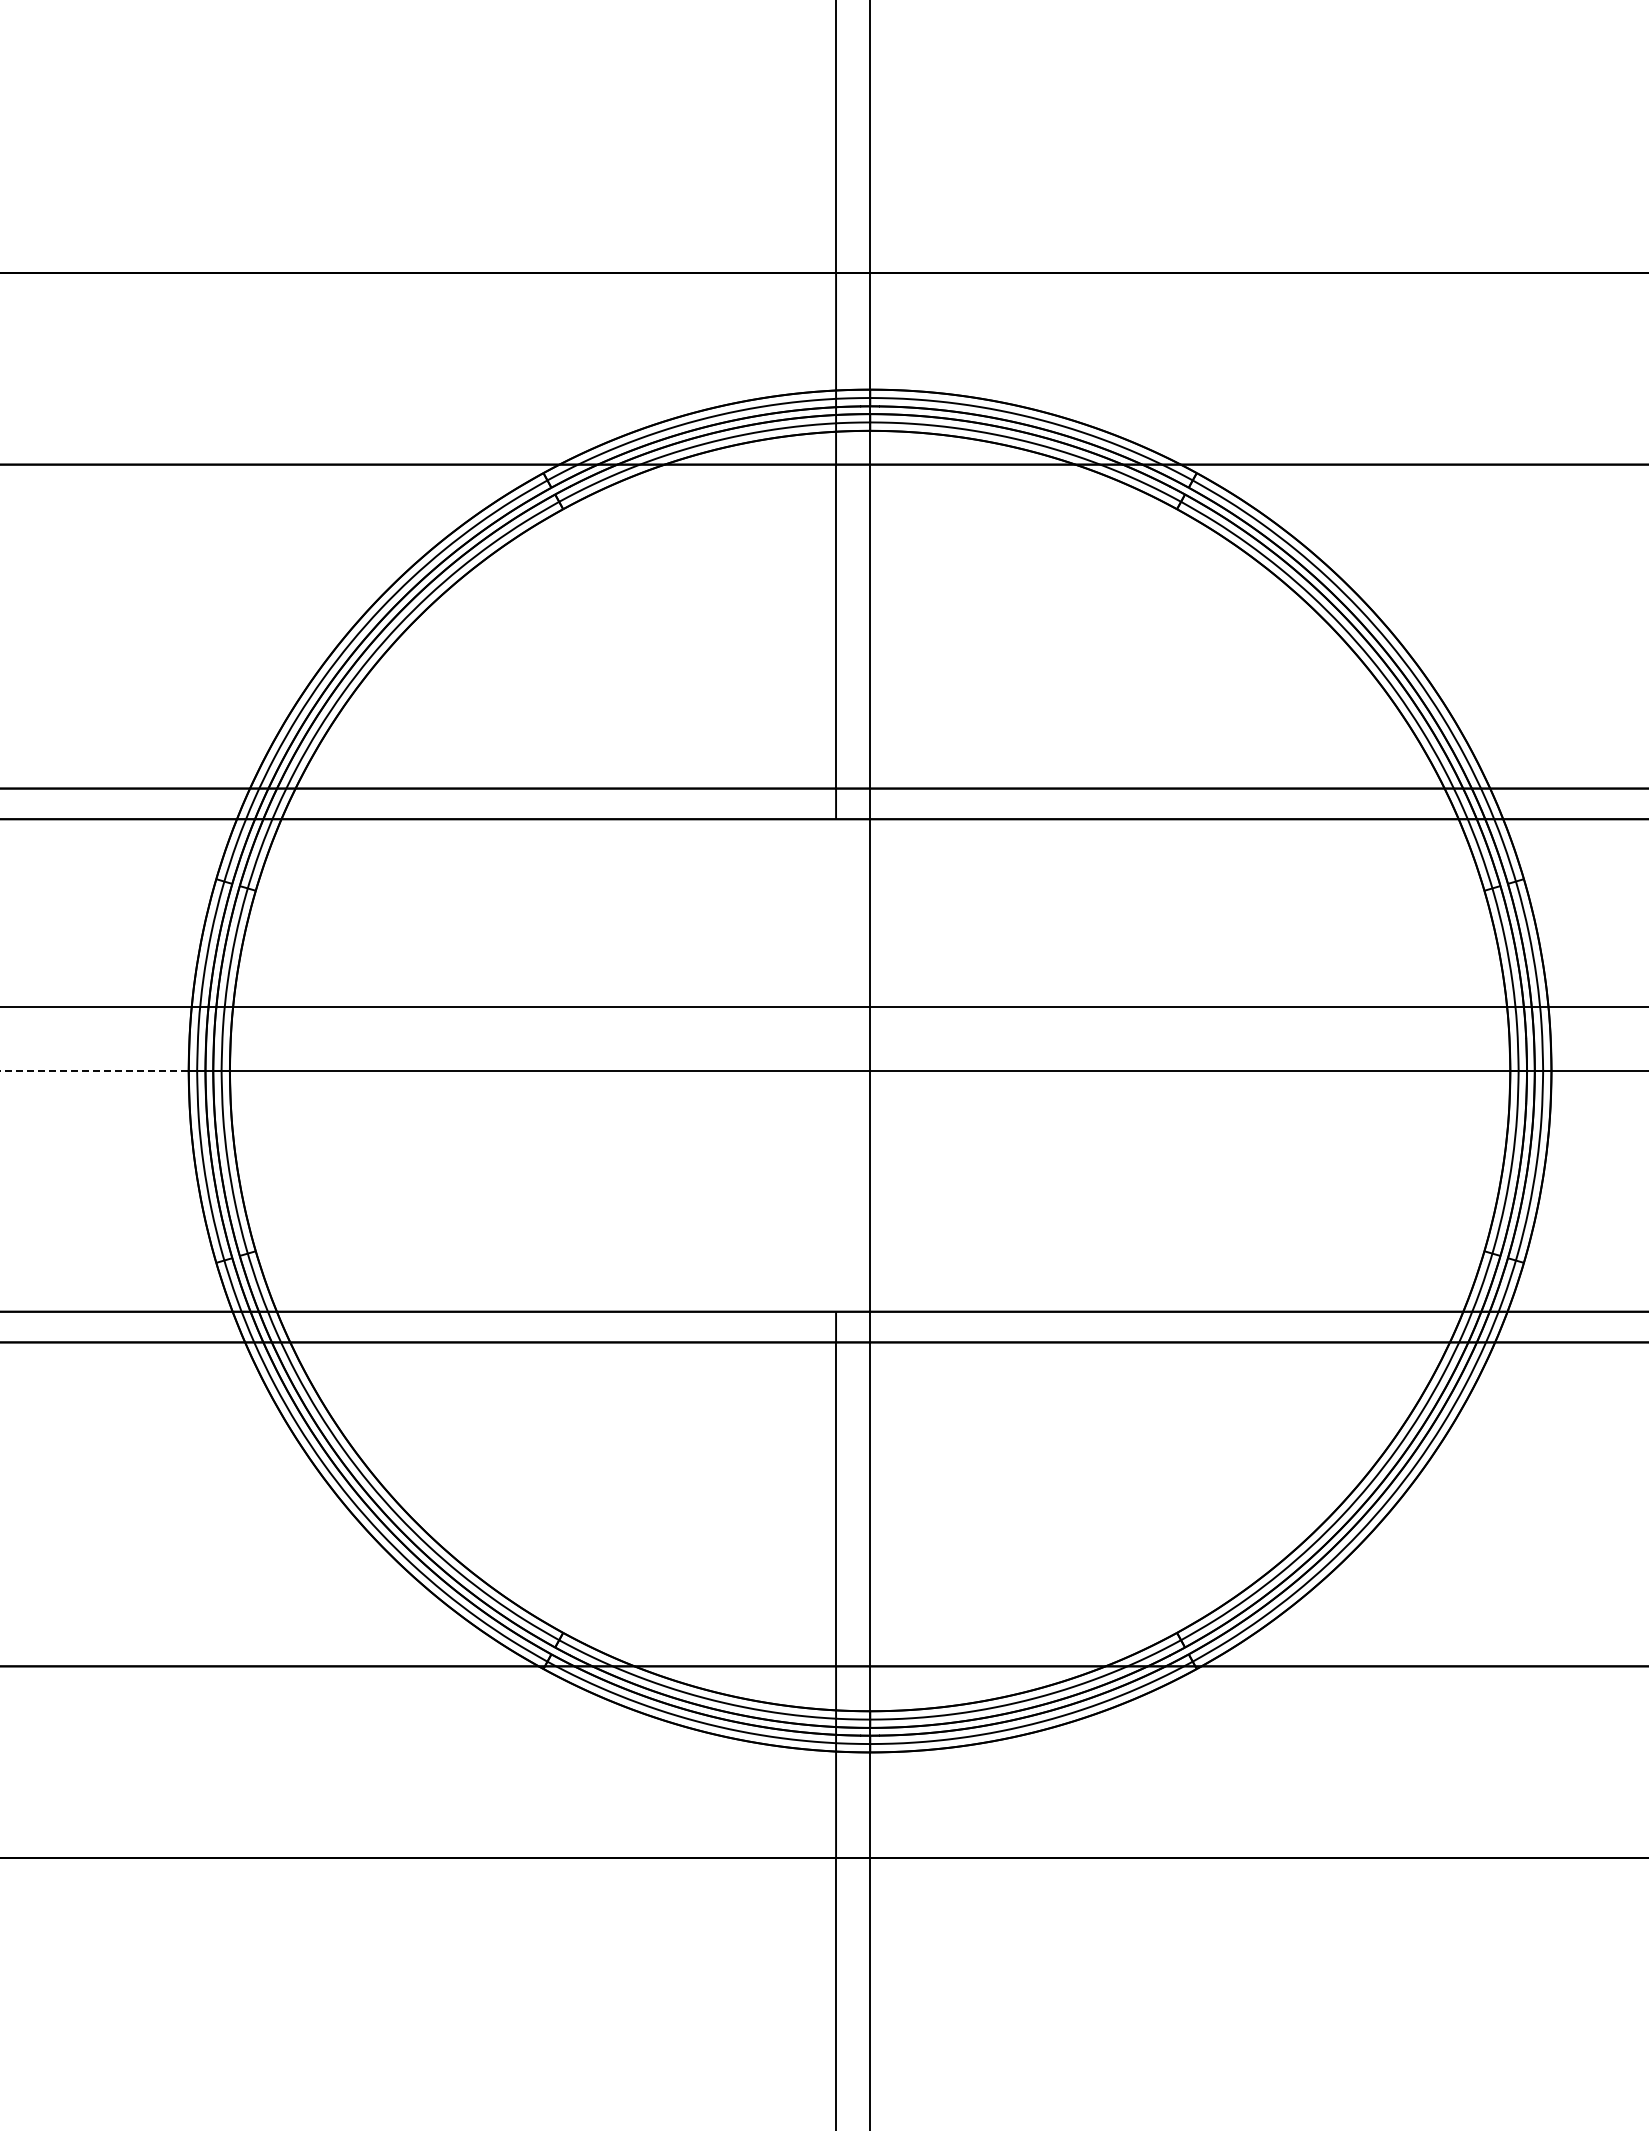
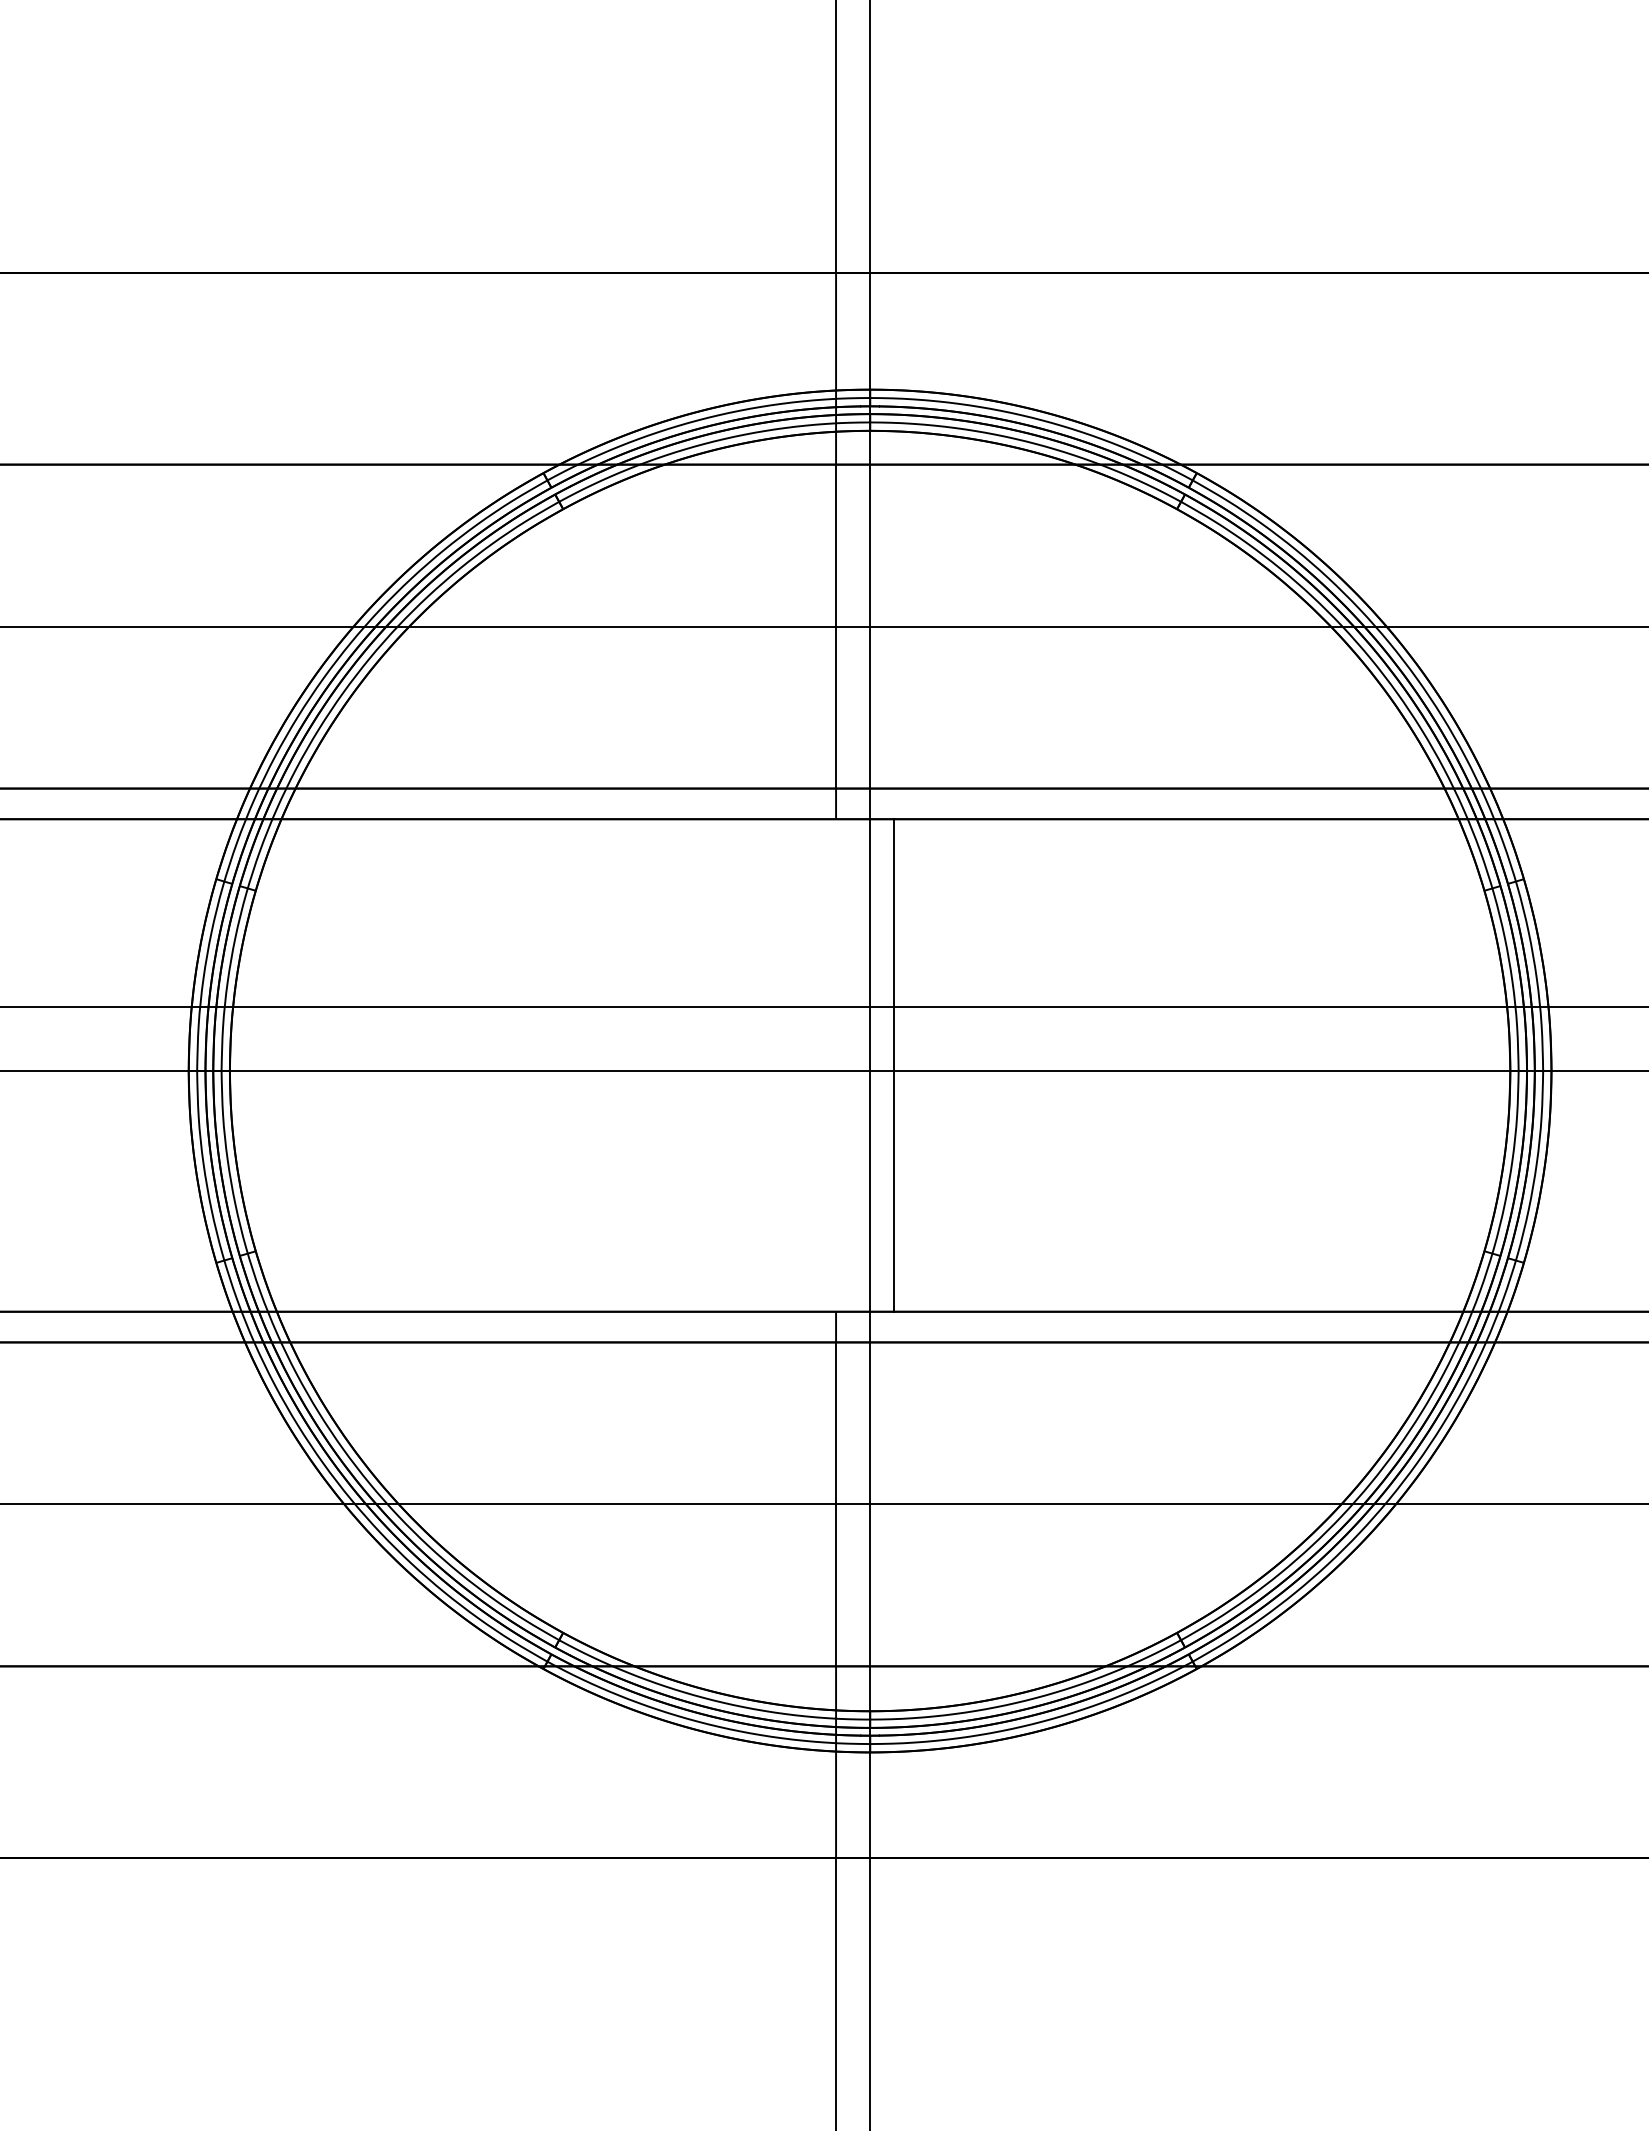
line at (823, 626): none -> present
line at (894, 1065): none -> present
line at (94, 1071): dashed -> solid
line at (823, 1504): none -> present
